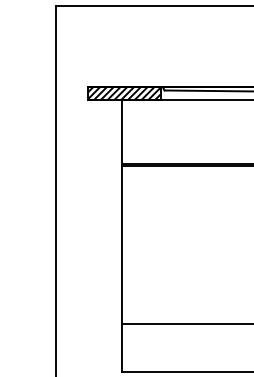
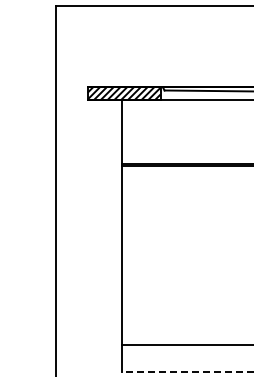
line at (185, 324) position: (185, 324) -> (185, 345)
line at (187, 372): solid -> dashed
